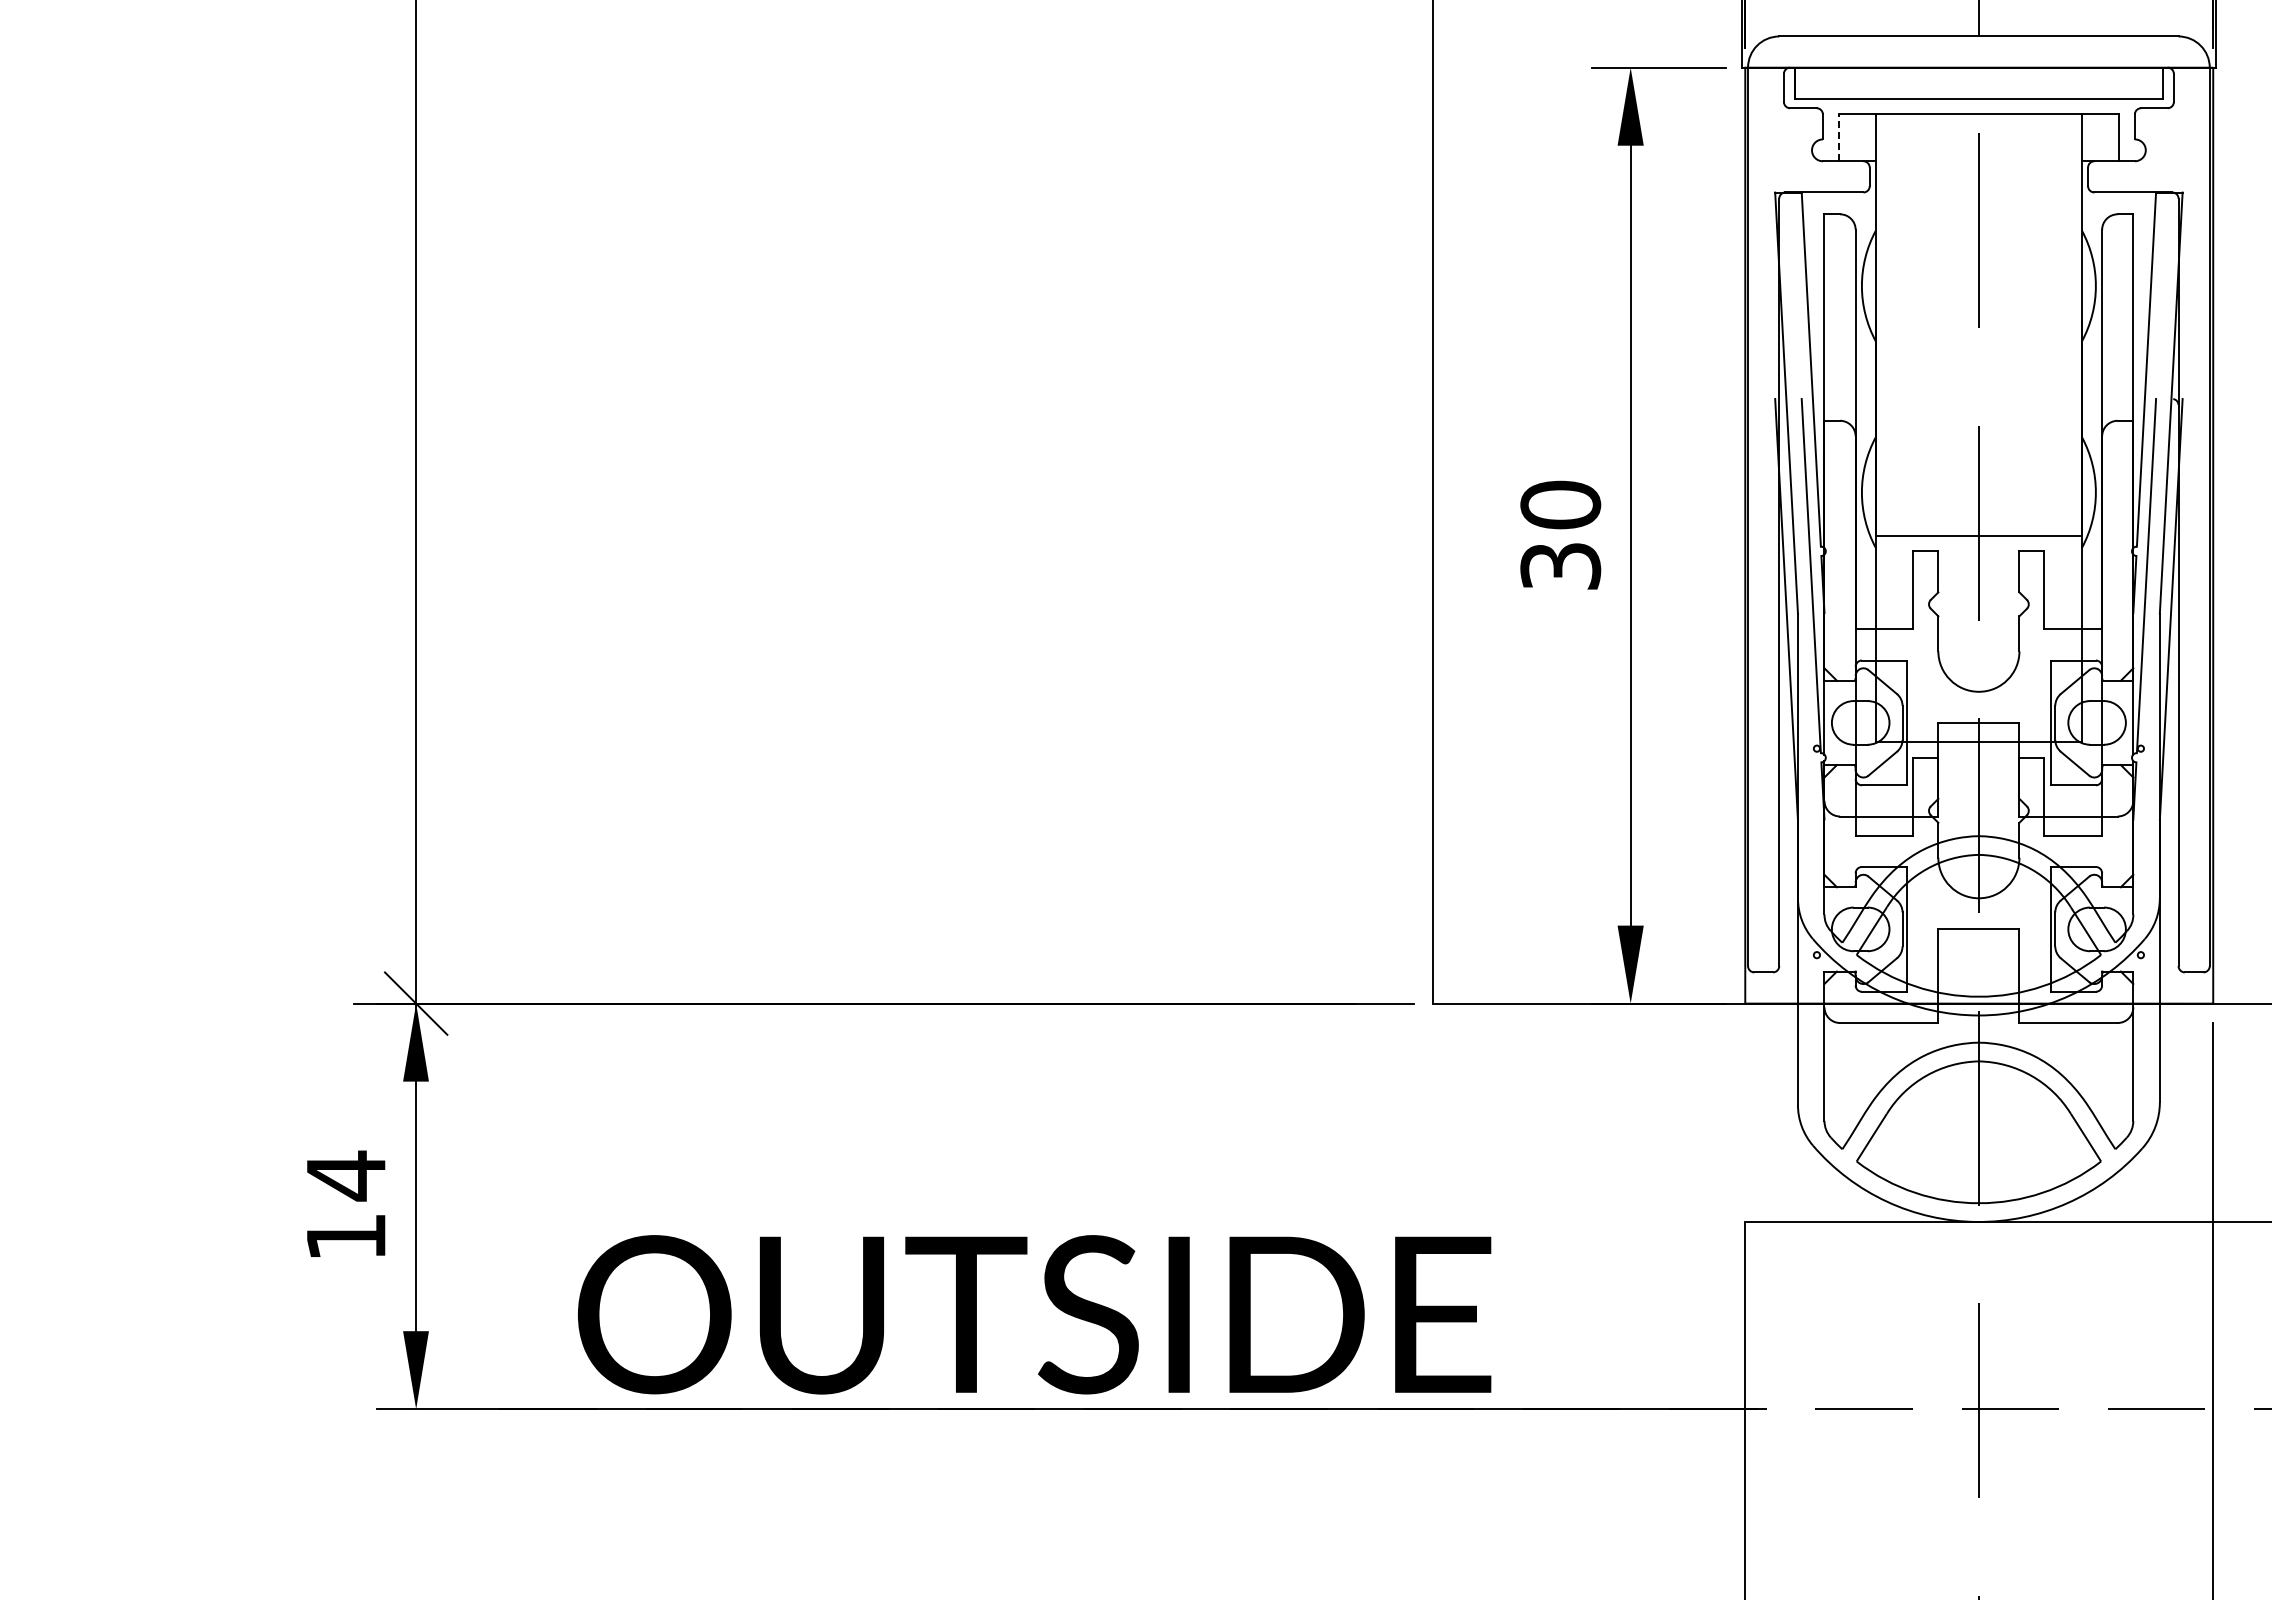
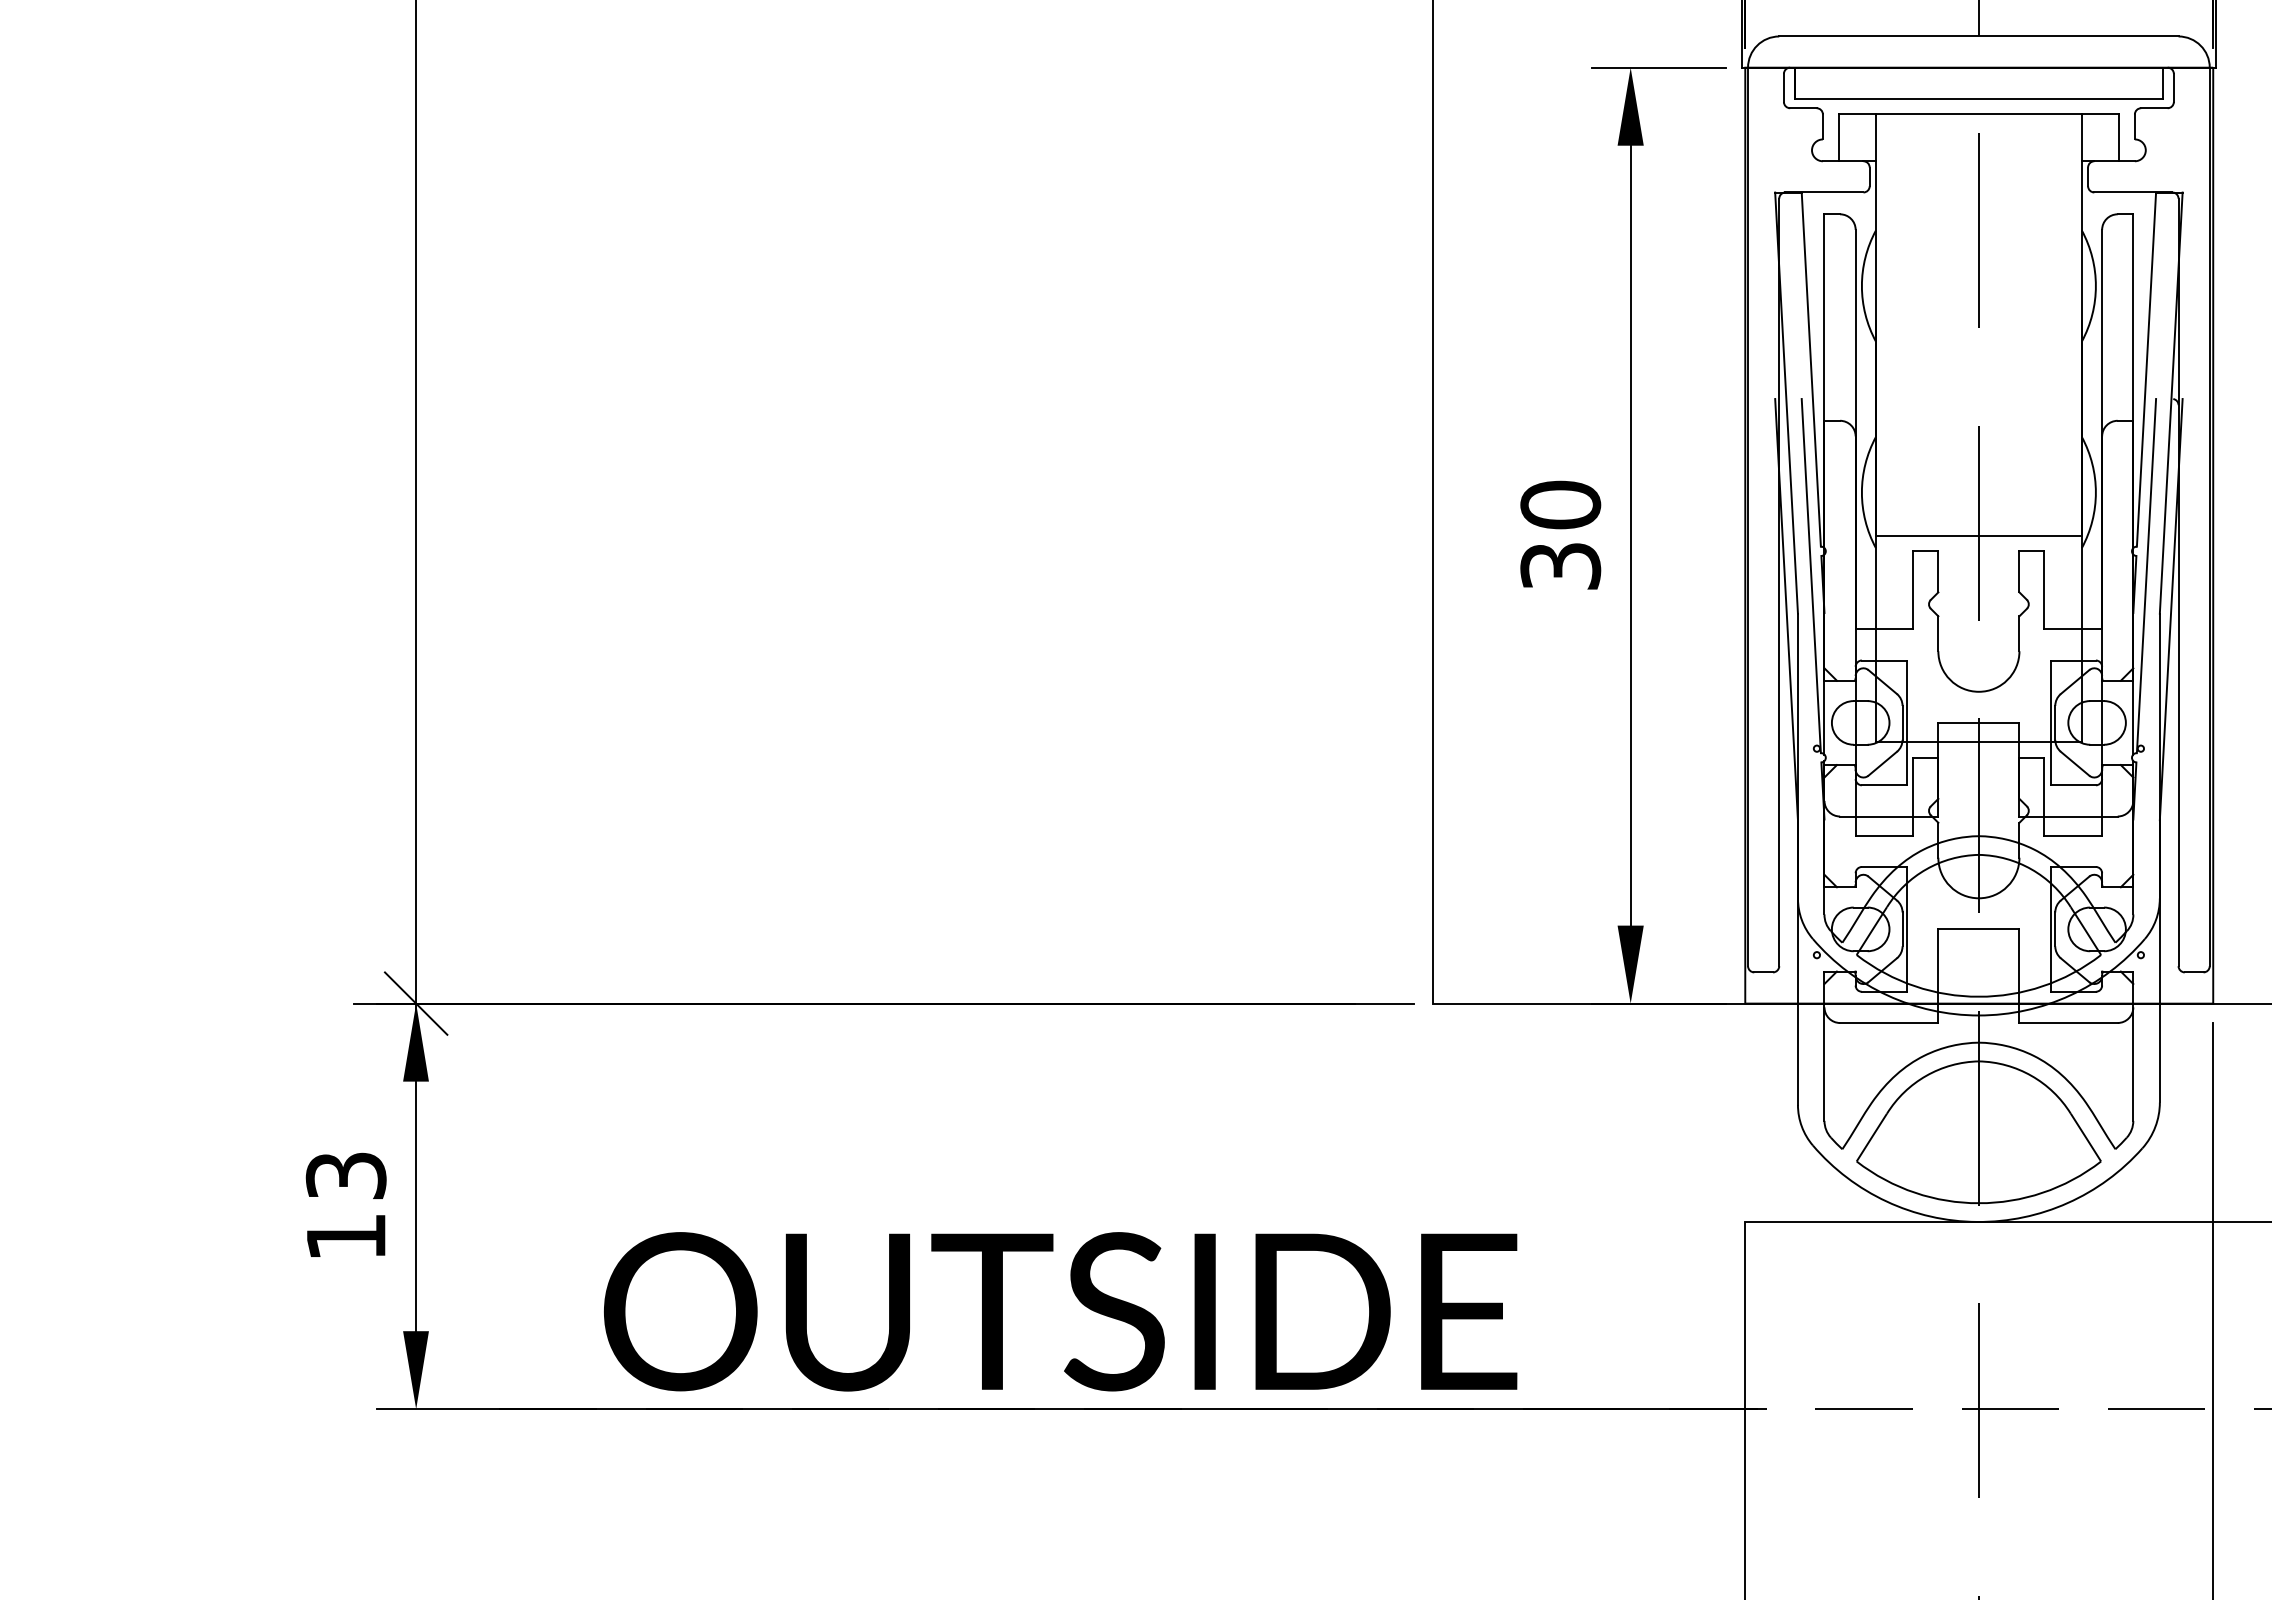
line at (1838, 137): dashed -> solid
text at (345, 1175): 14 -> 13
text at (1034, 1314) position: (1034, 1314) -> (1060, 1311)
